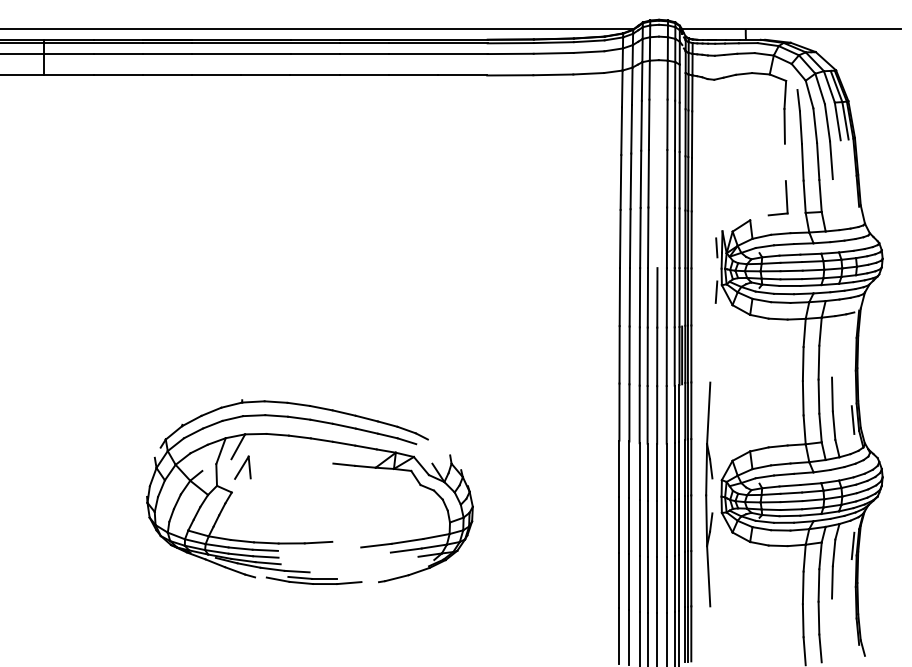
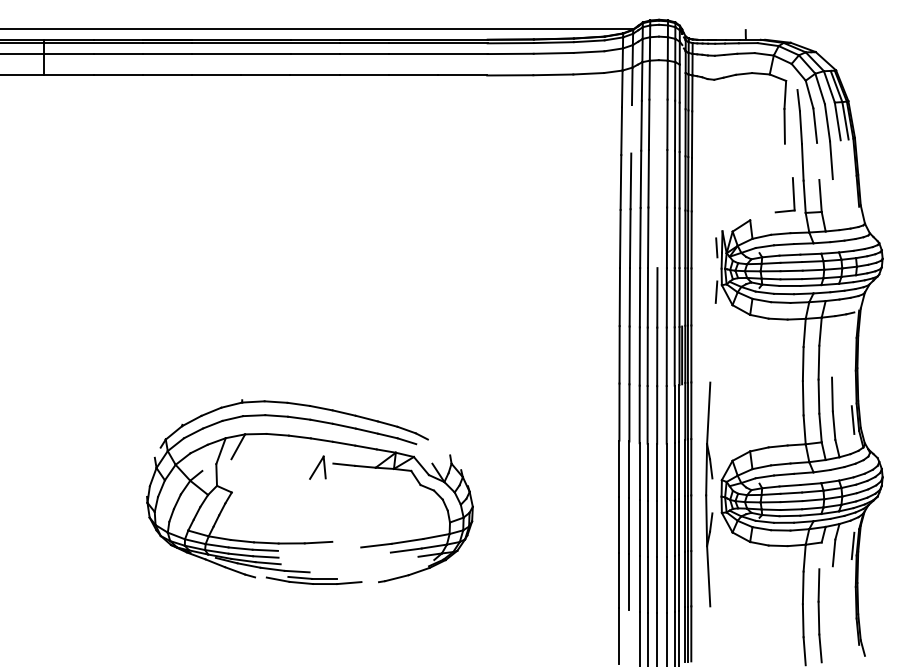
line at (791, 29): present -> none
line at (631, 129): present -> none
line at (818, 160): present -> none
part at (785, 198) position: (785, 198) -> (792, 195)
part at (242, 467) position: (242, 467) -> (317, 467)
line at (820, 555): present -> none
line at (832, 582): present -> none
line at (629, 636): present -> none
